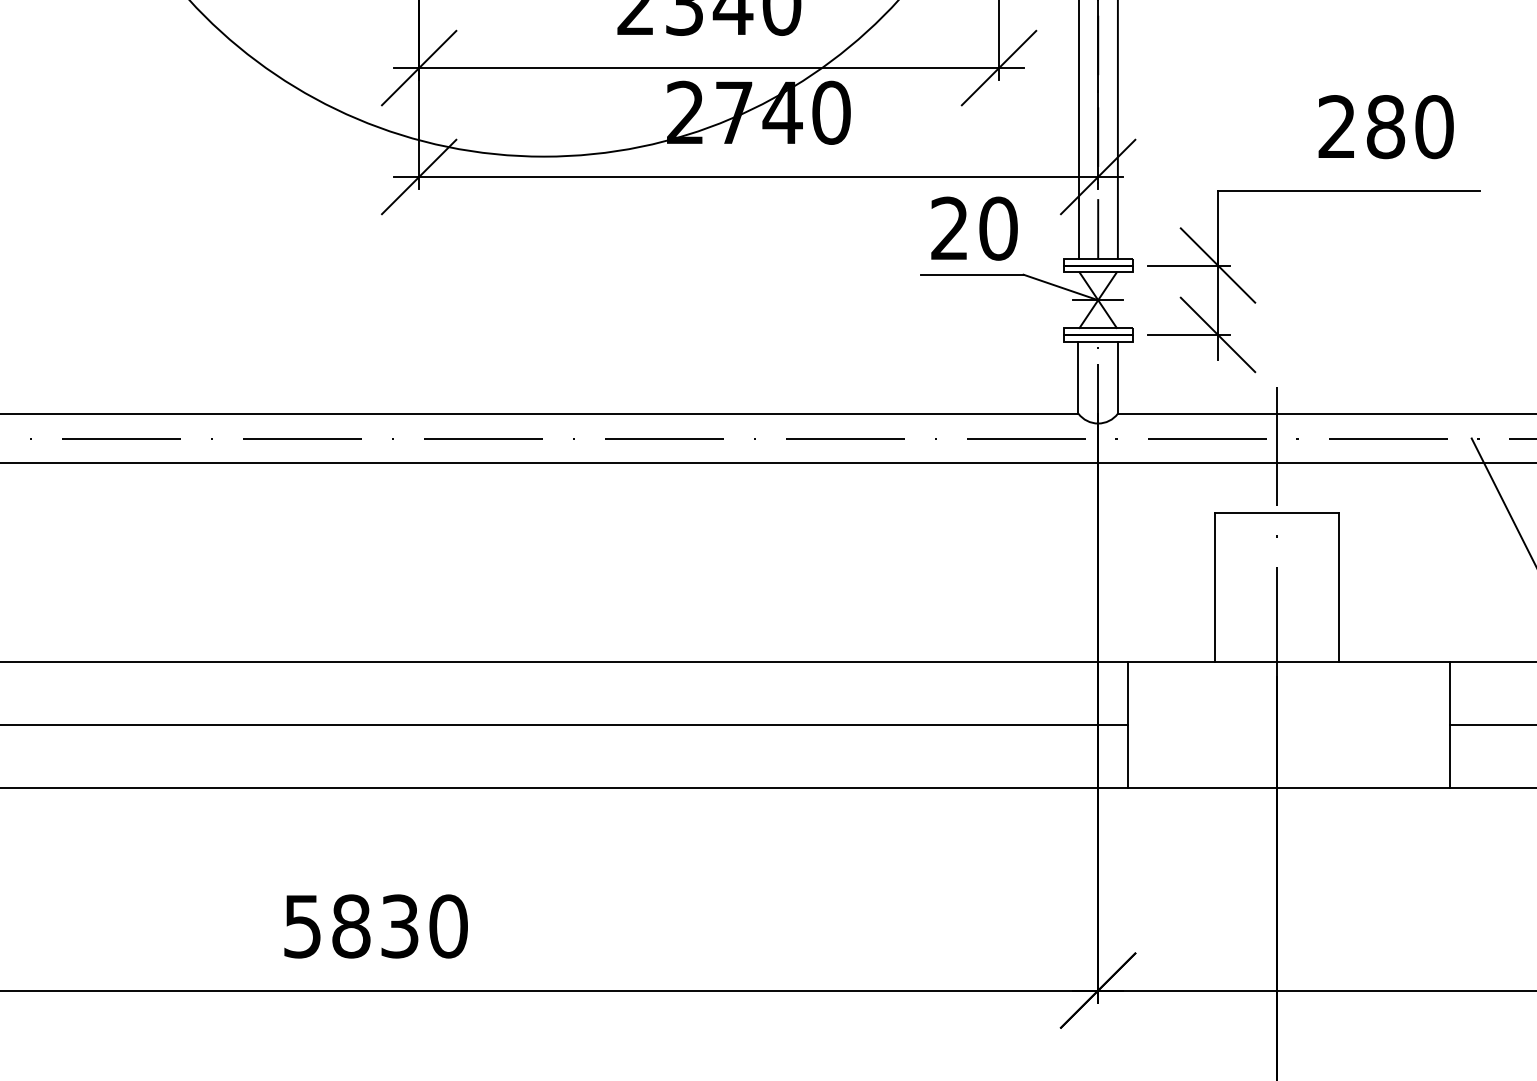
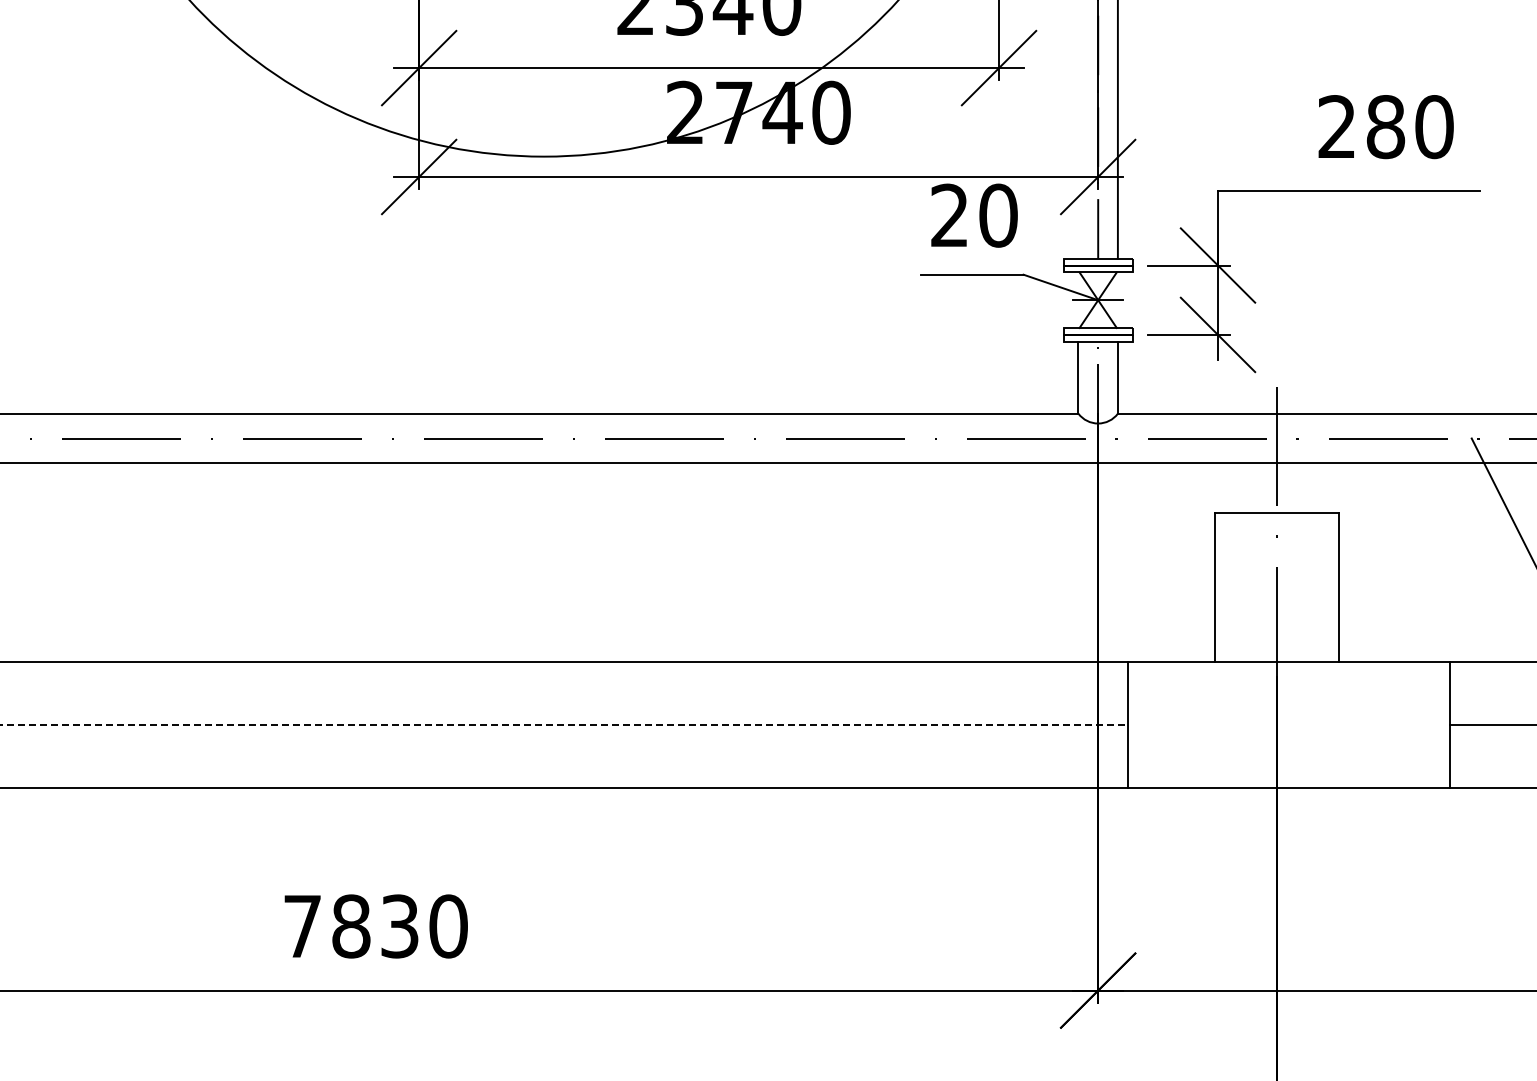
line at (1078, 130): present -> none
text at (974, 228) position: (974, 228) -> (974, 215)
line at (564, 724): solid -> dashed
text at (302, 926): 5830 -> 7830
